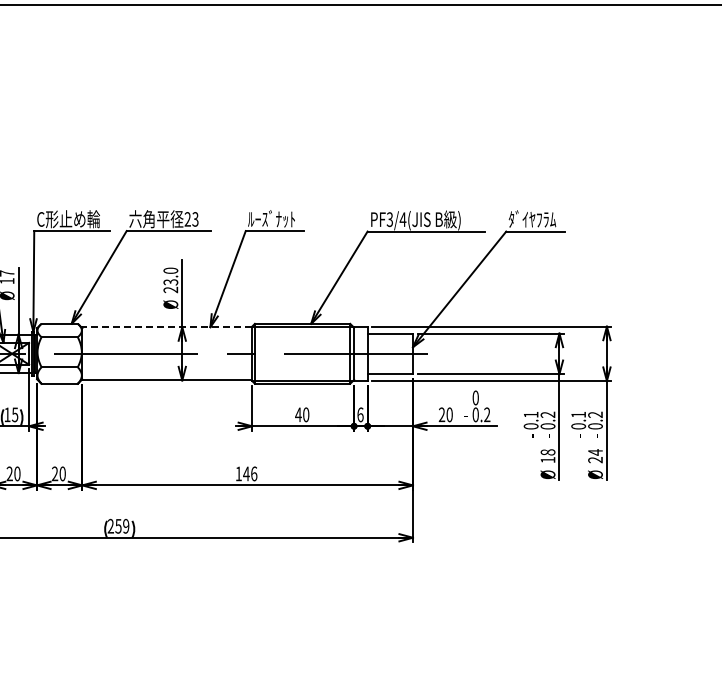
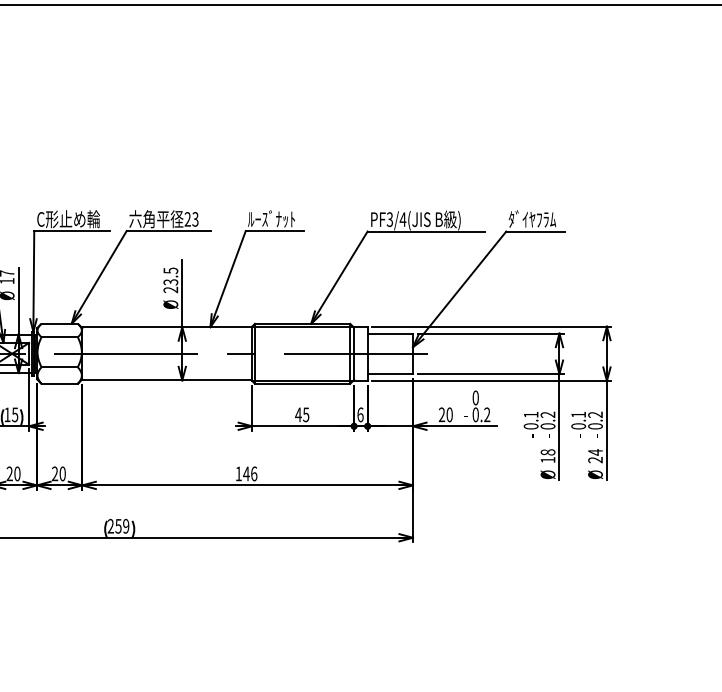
text at (170, 270): 23.0 -> 23.5
line at (167, 327): dashed -> solid
text at (306, 414): 40 -> 45
